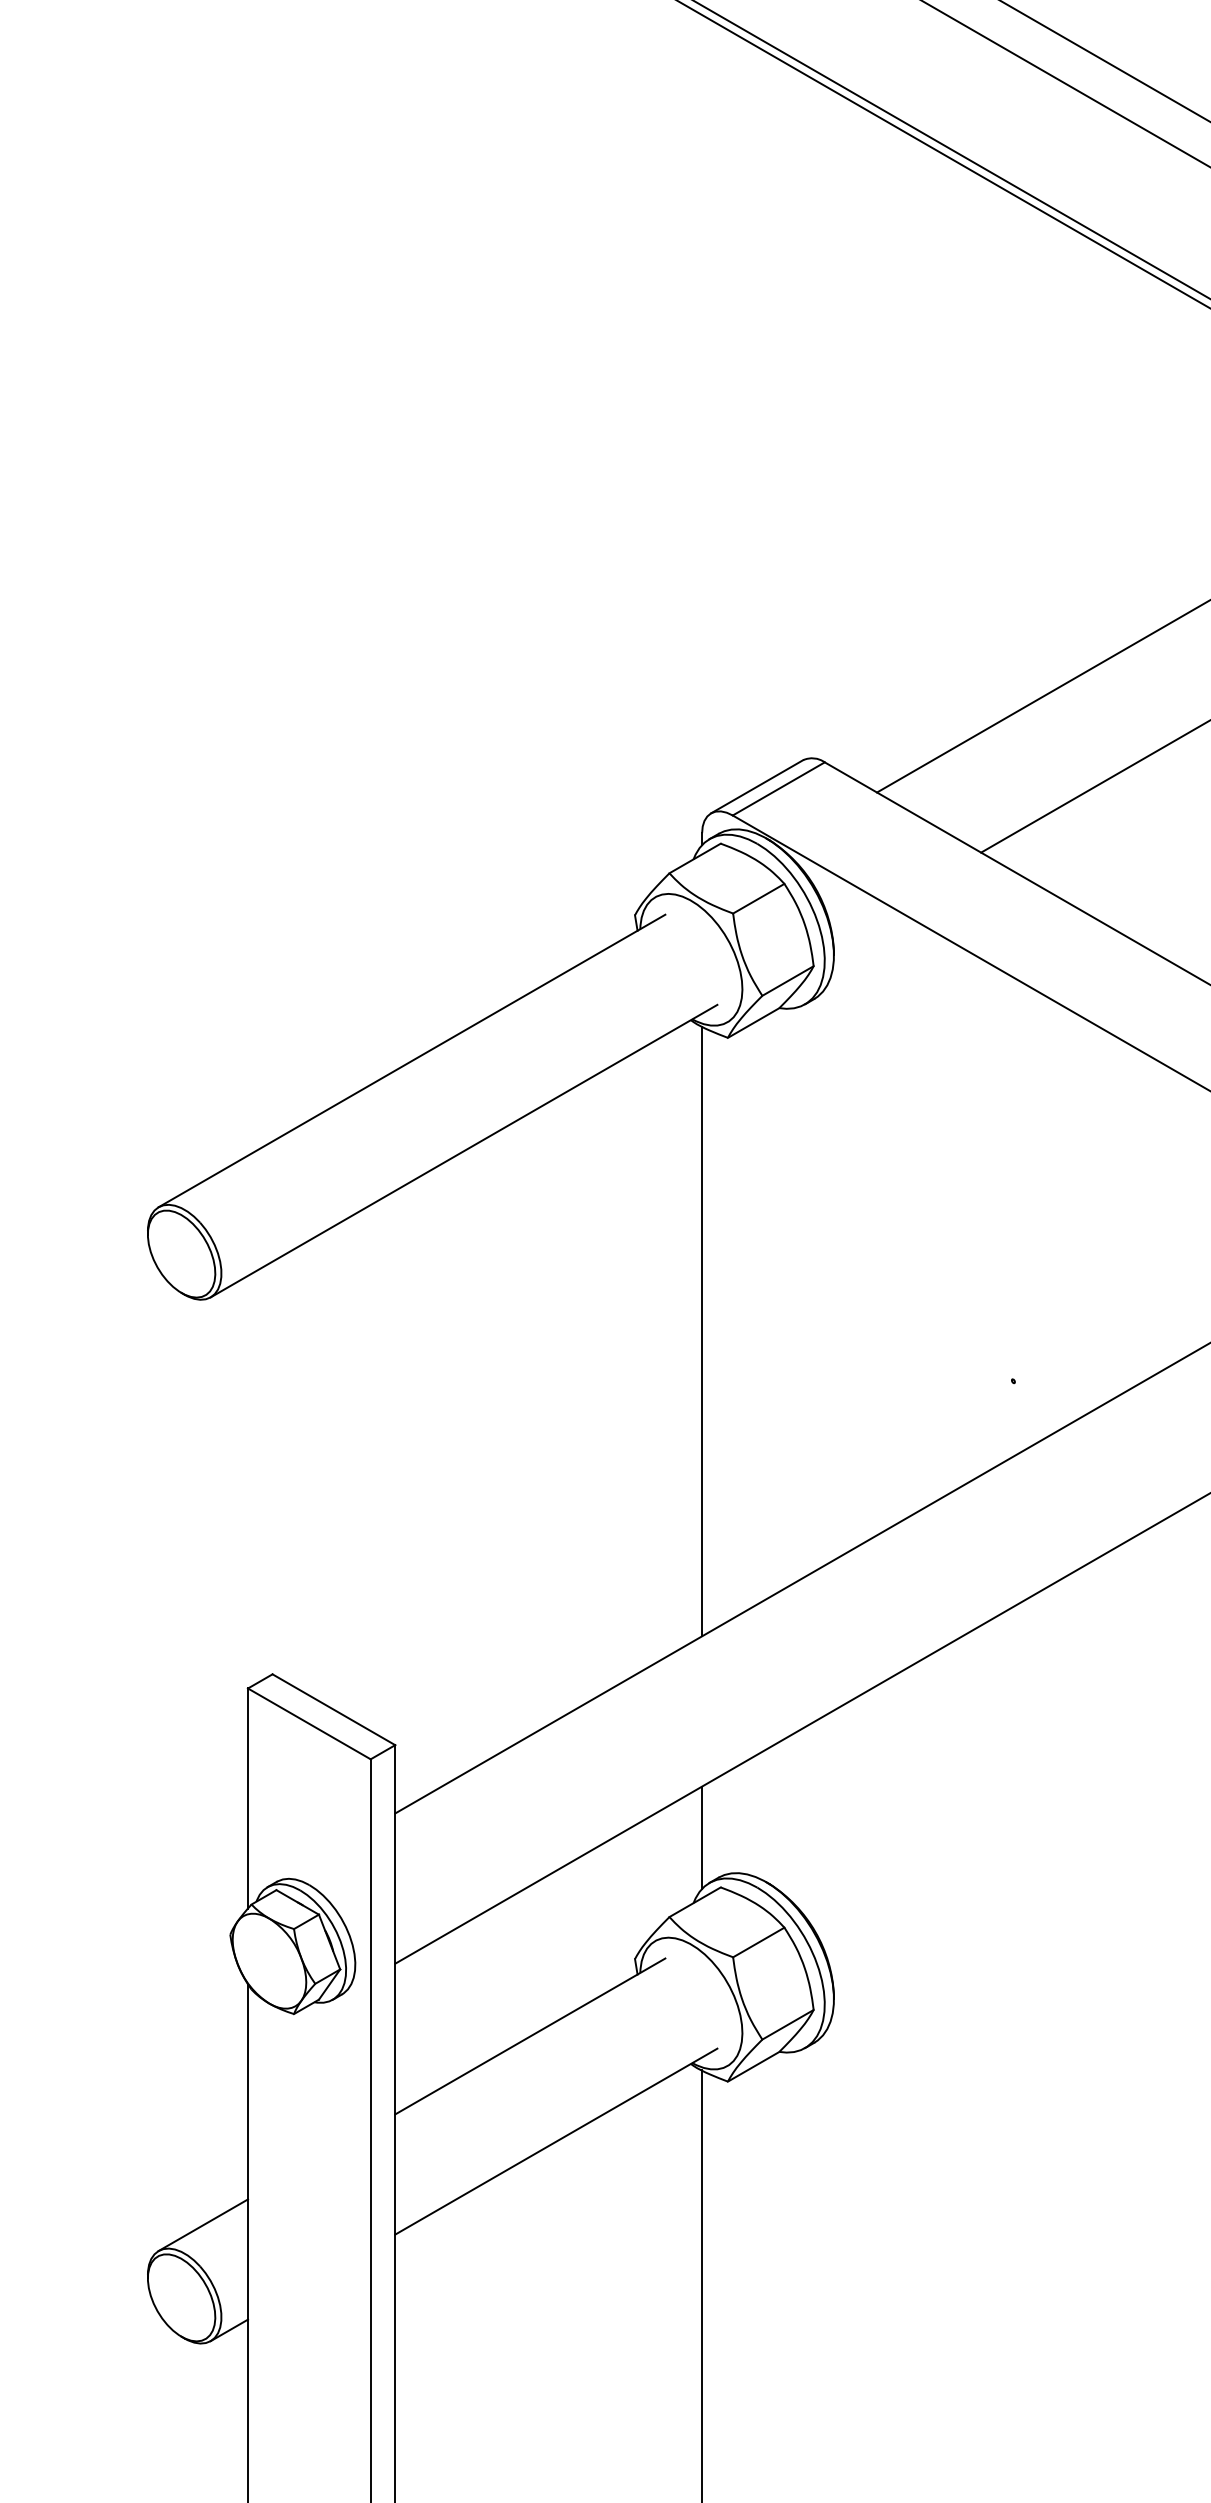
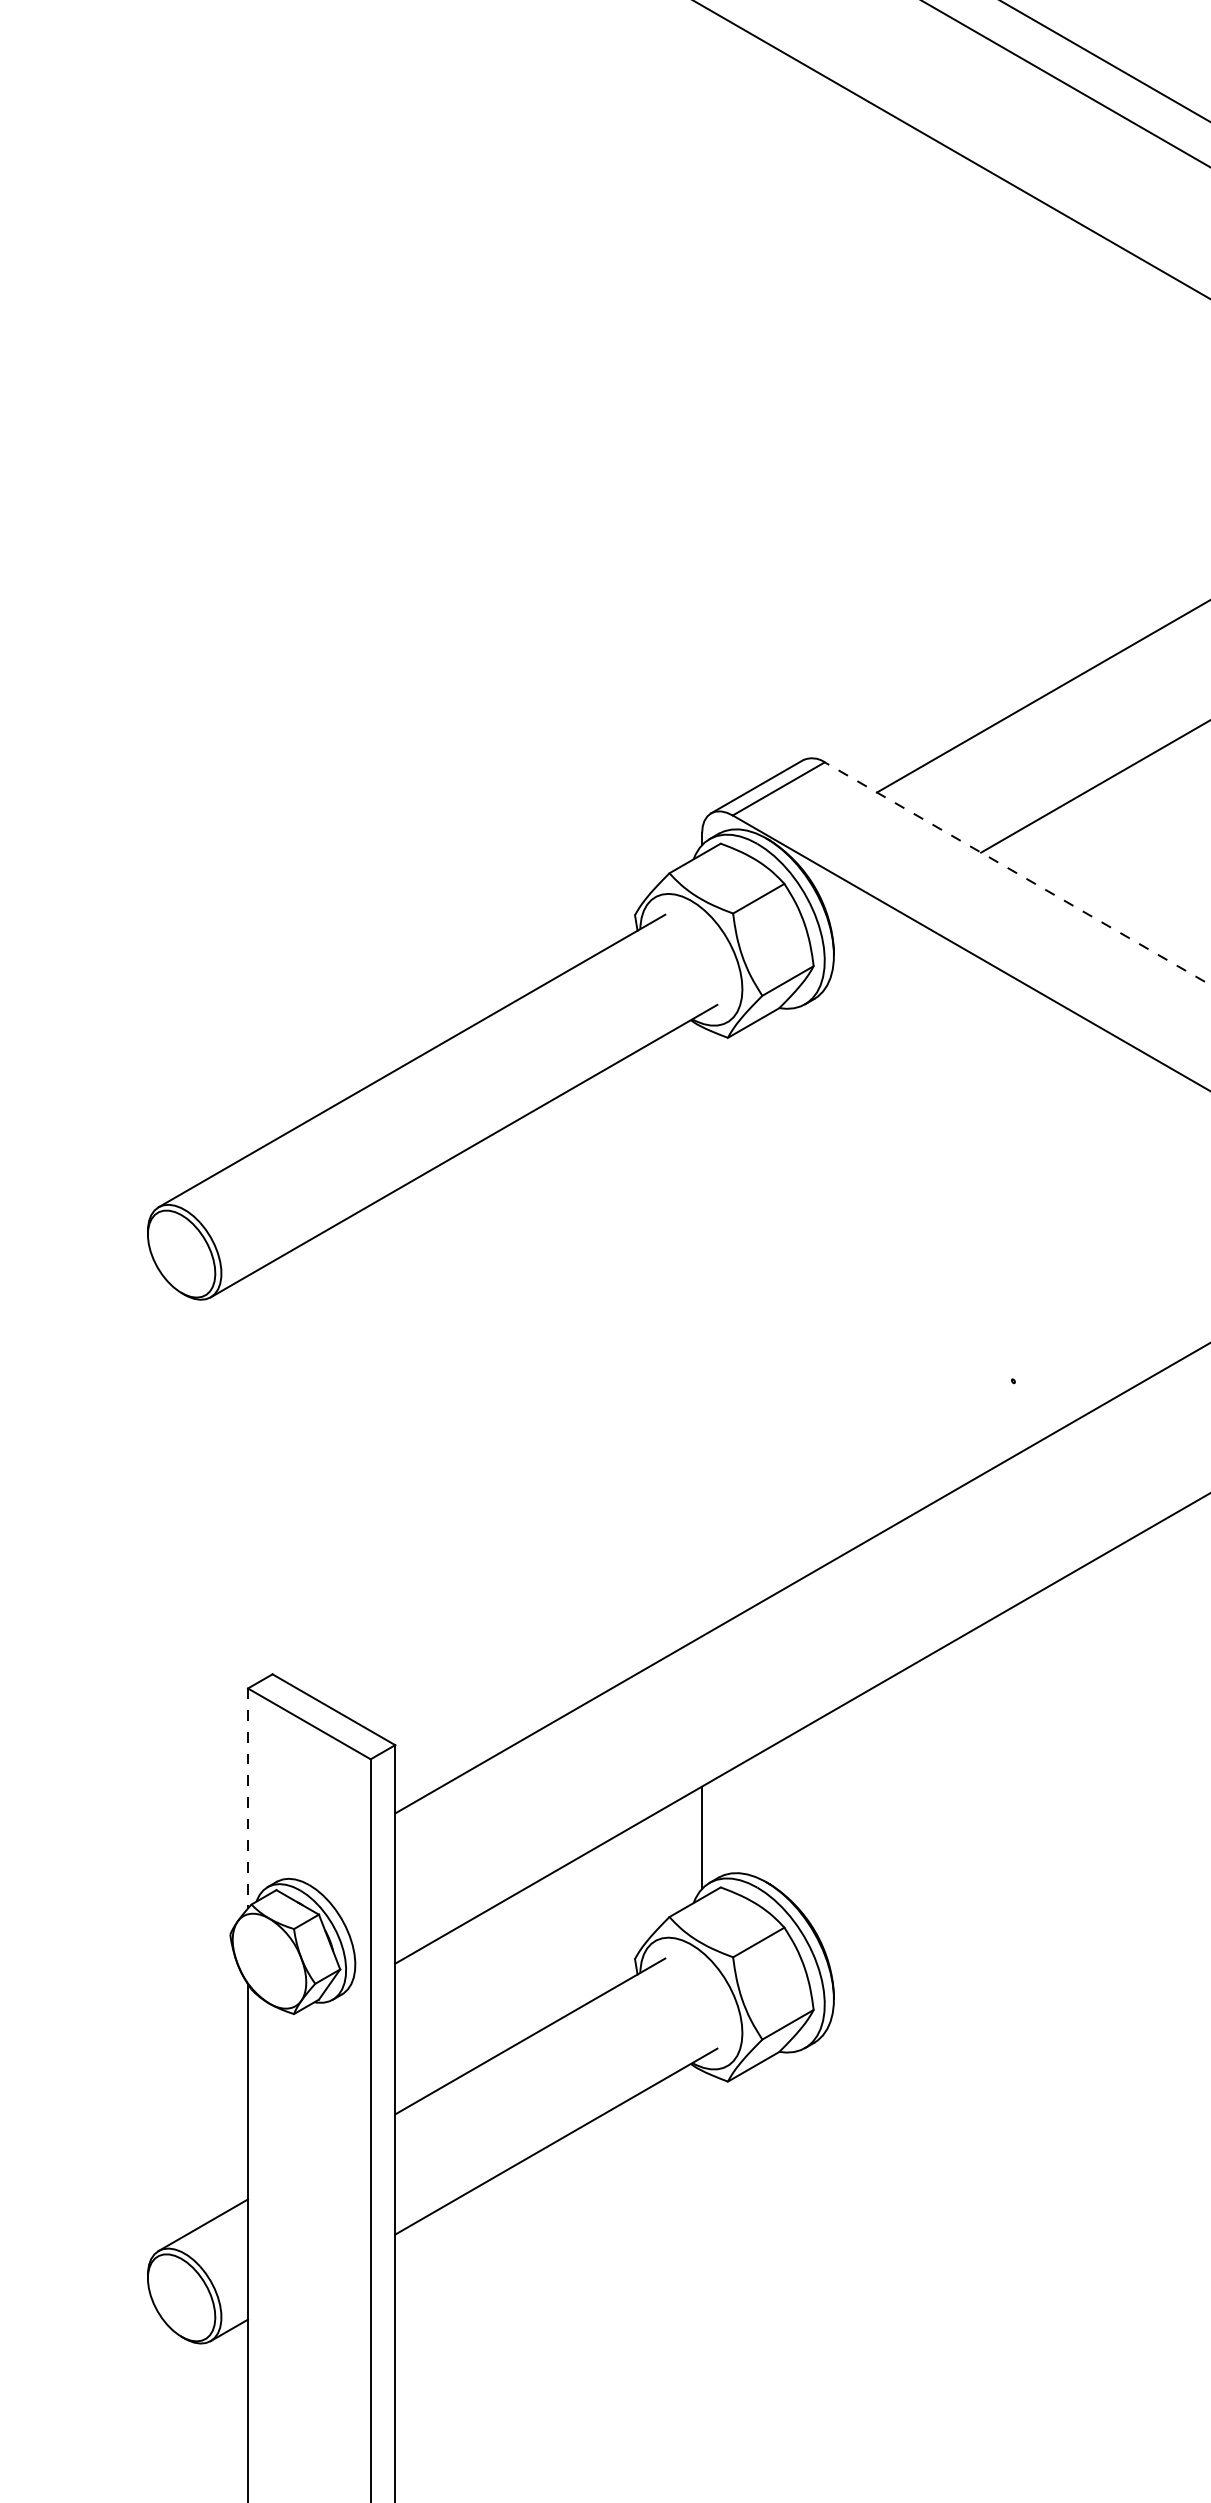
line at (943, 154): present -> none
line at (1017, 873): solid -> dashed
line at (702, 1331): present -> none
line at (248, 1799): solid -> dashed
line at (702, 2284): present -> none
